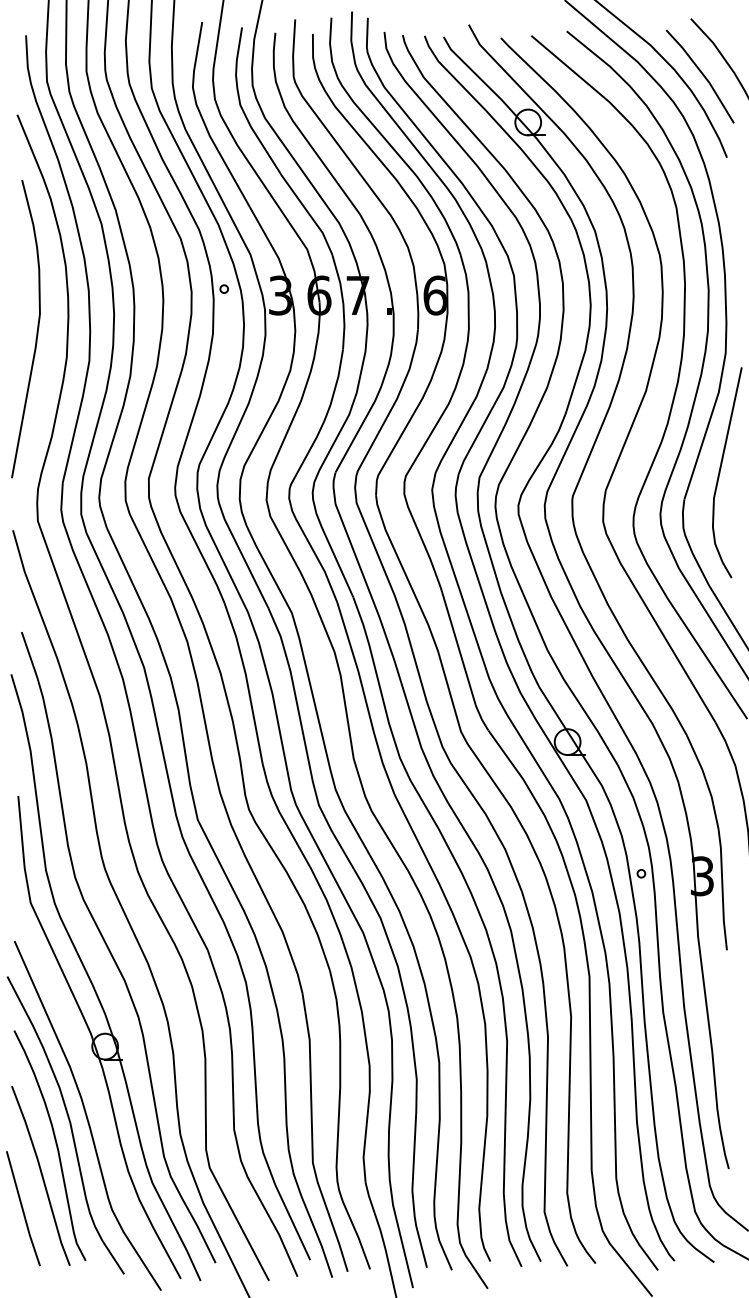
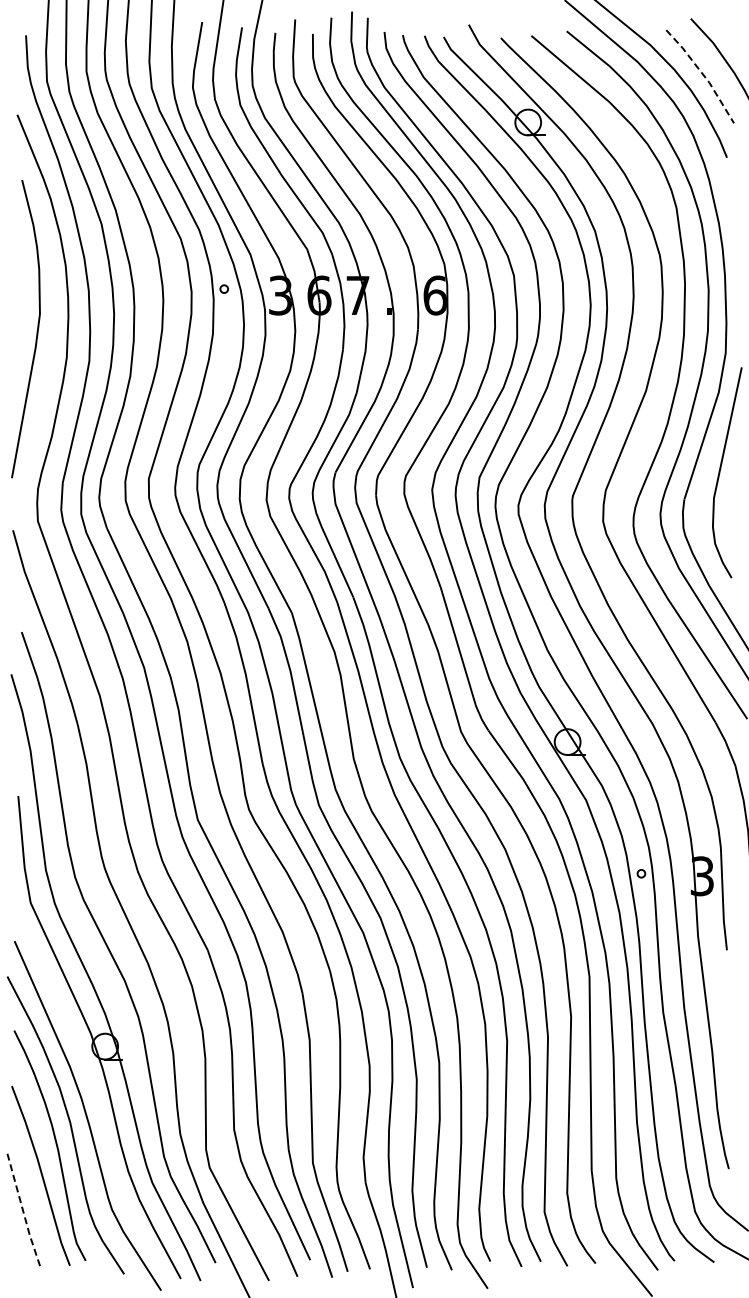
line at (703, 74): solid -> dashed
line at (22, 1209): solid -> dashed
